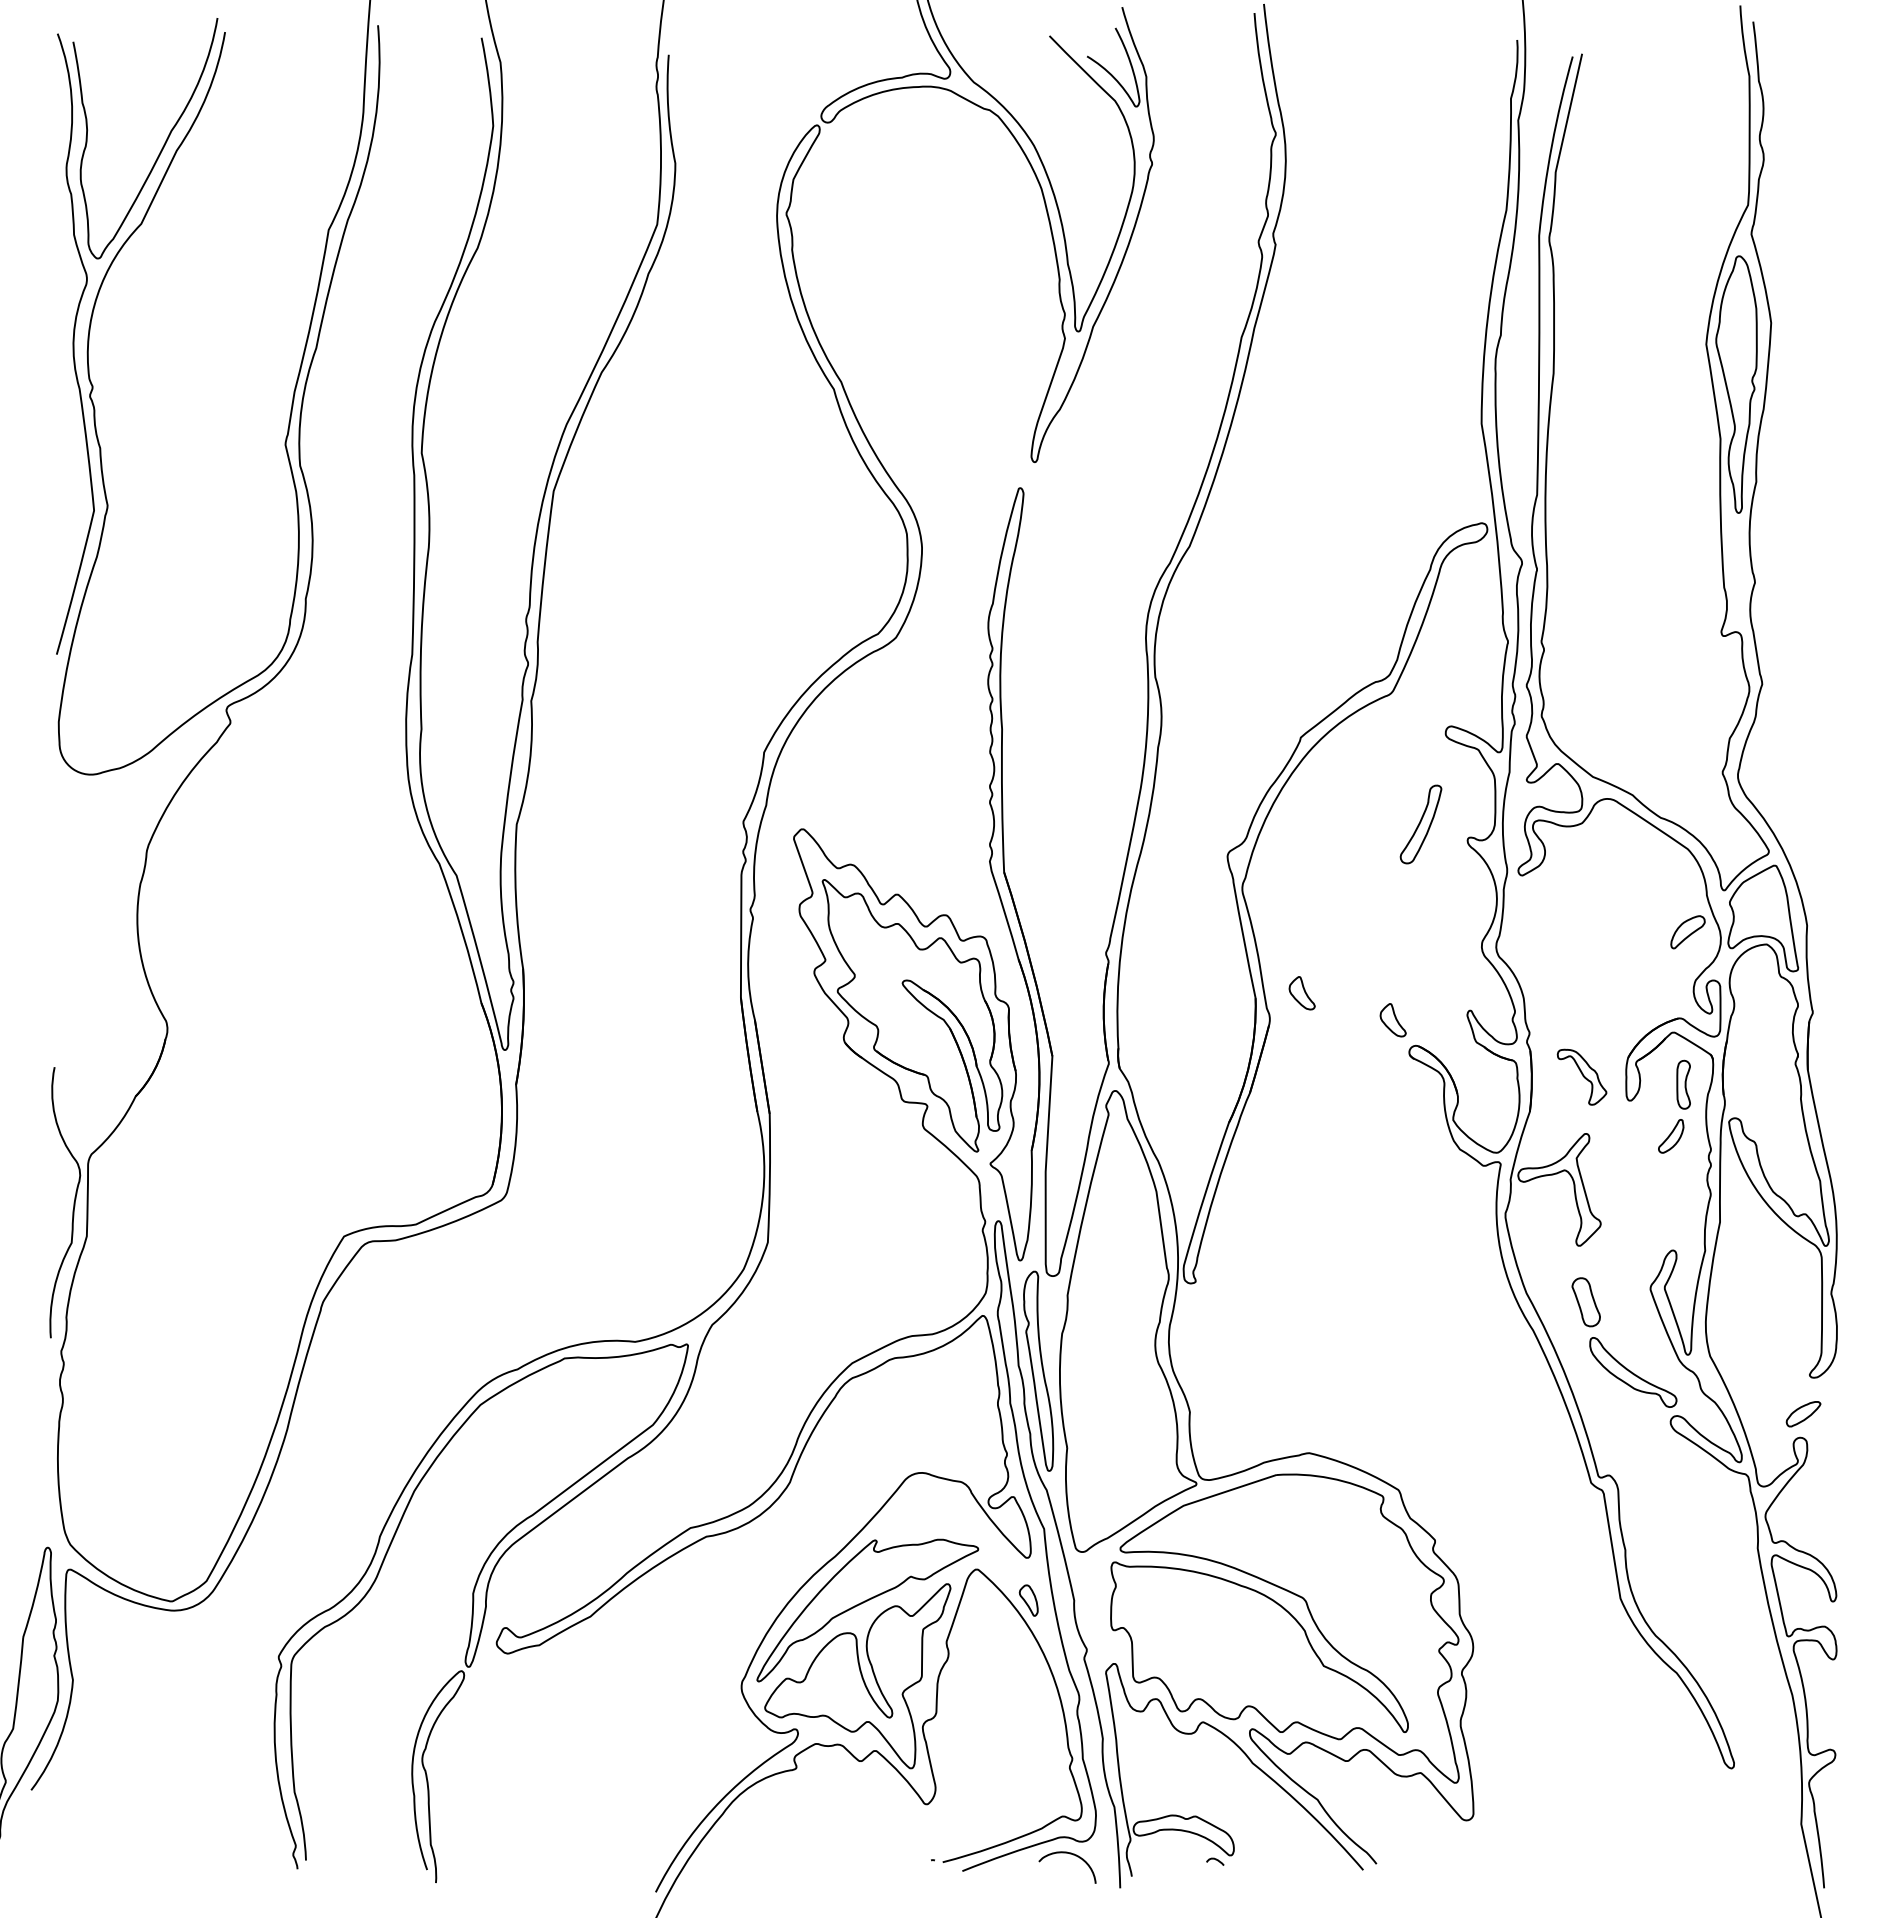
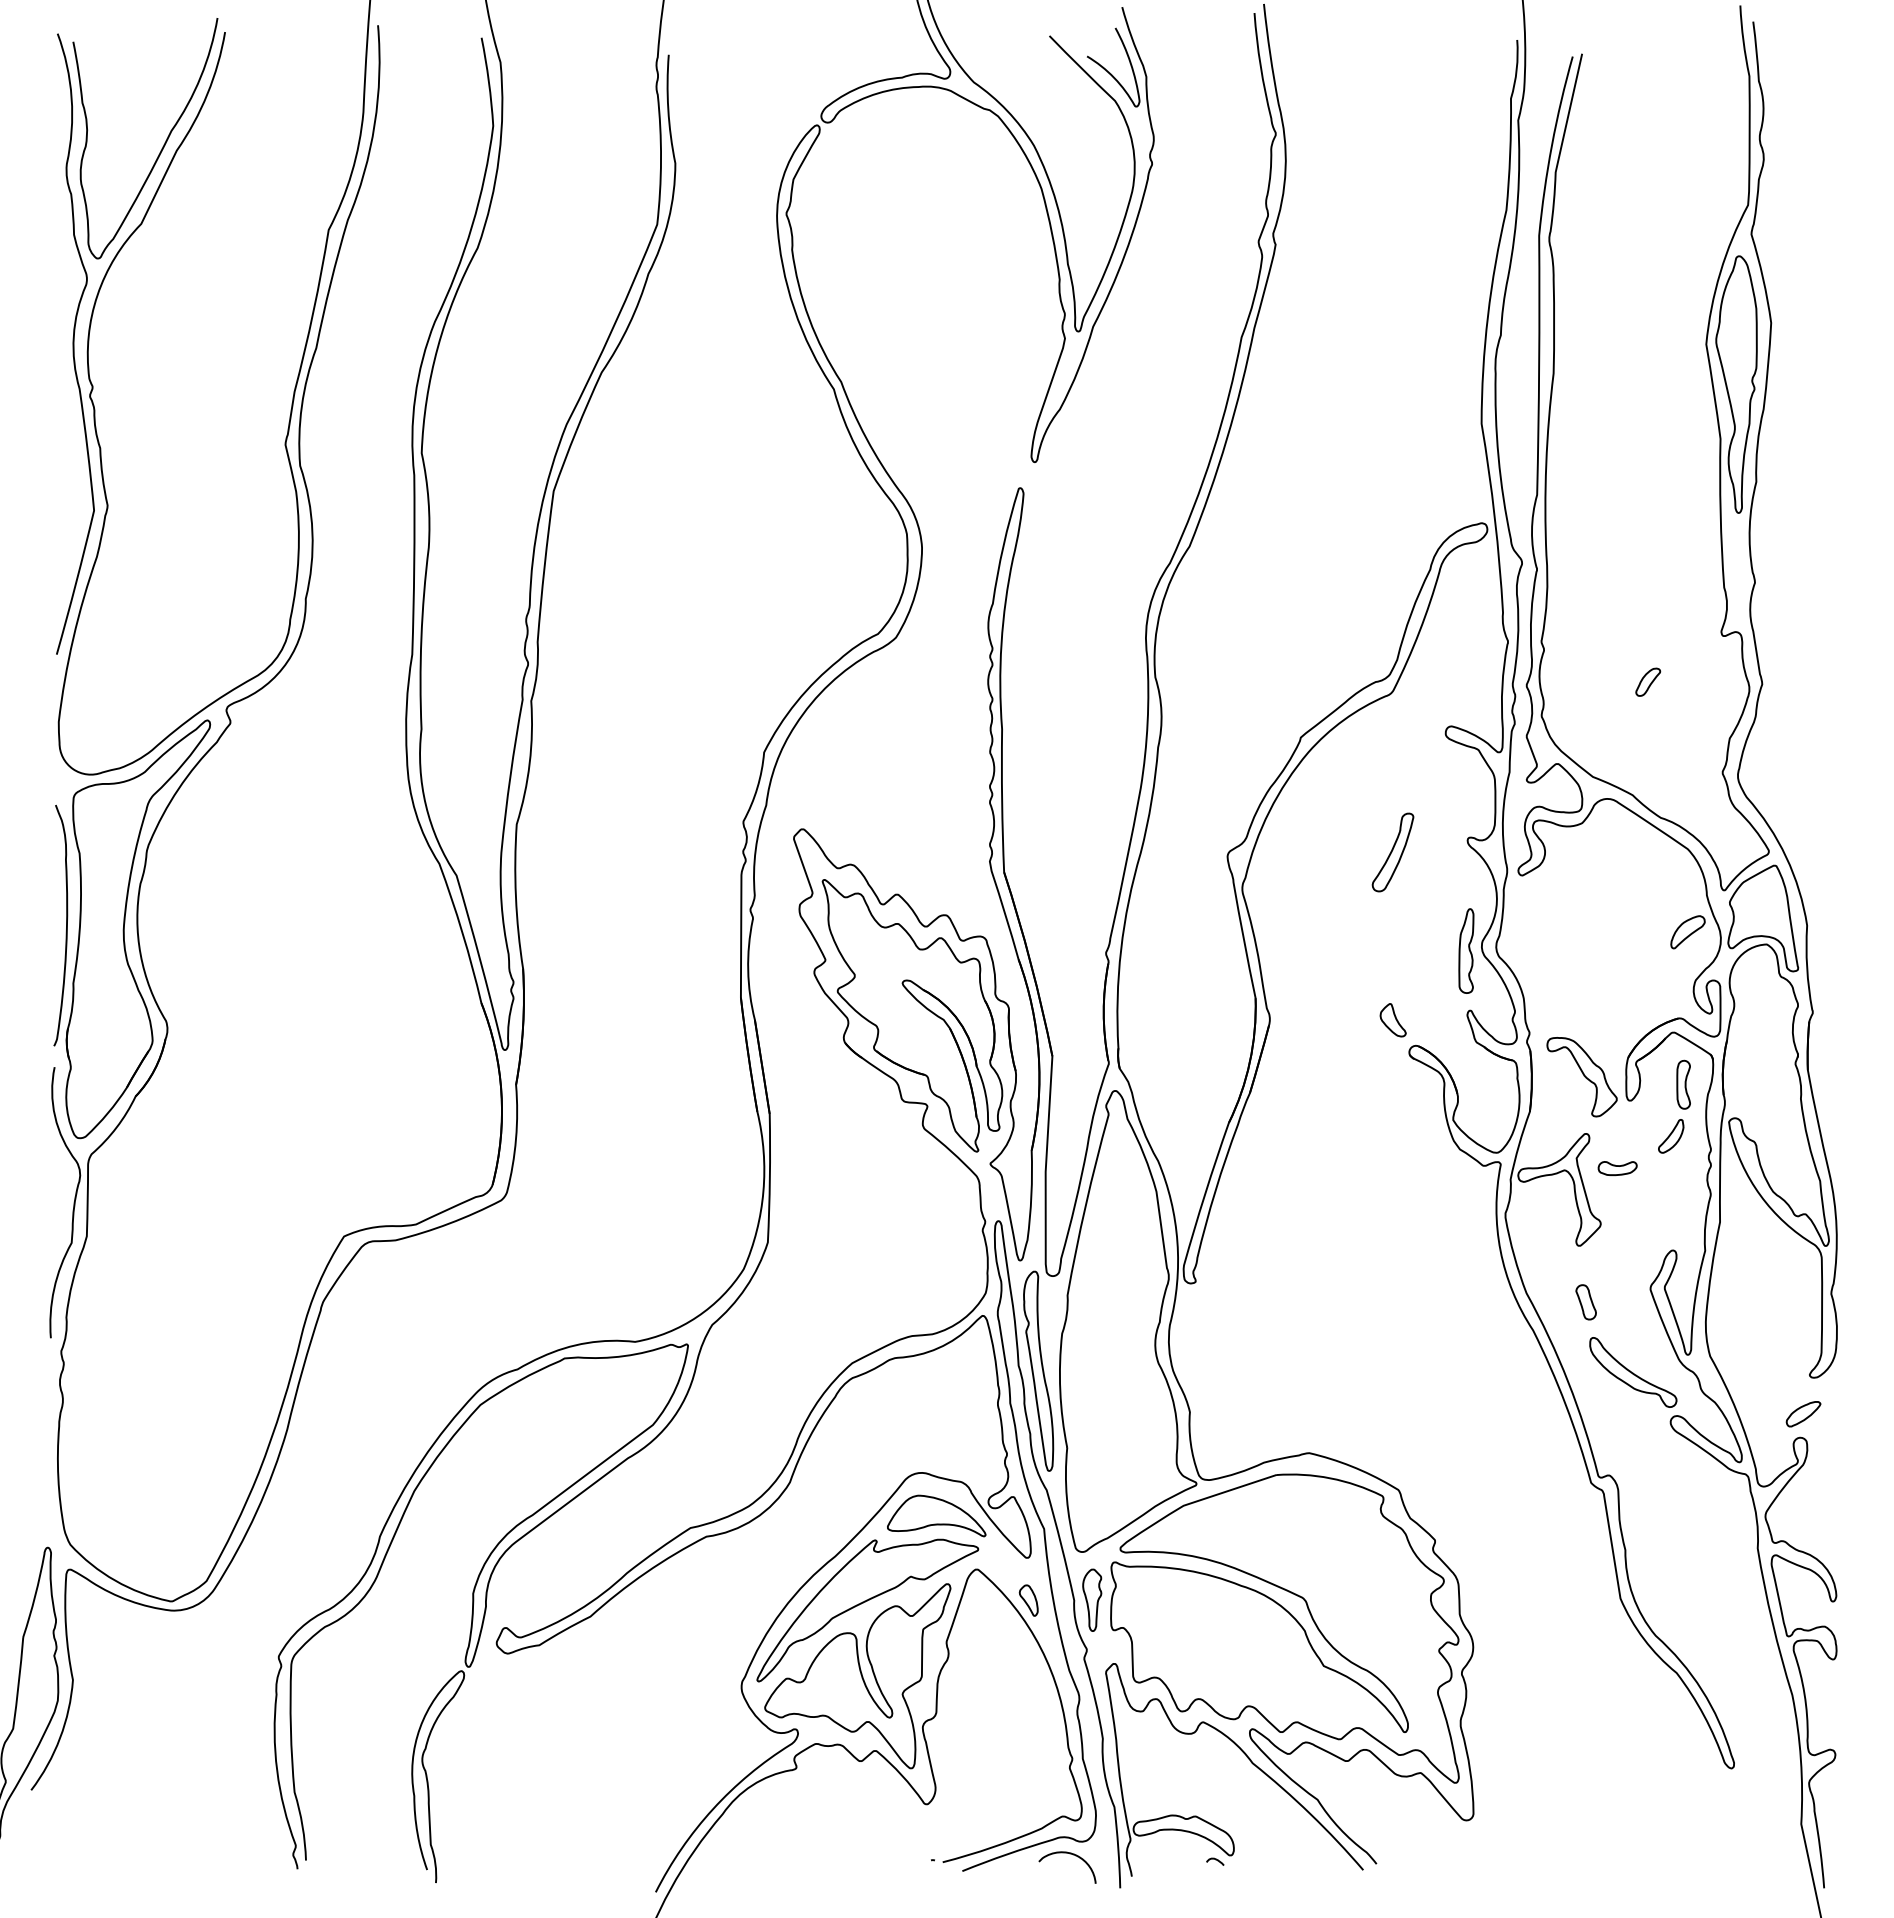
part at (1648, 681): none -> present
part at (1420, 824) position: (1420, 824) -> (1392, 852)
part at (124, 929): none -> present
part at (1466, 950): none -> present
part at (1301, 993): present -> none
part at (1581, 1076) size: 52x58 px -> 72x81 px
part at (1617, 1168): none -> present
part at (1585, 1302) size: 30x51 px -> 22x37 px
part at (936, 1515): none -> present
part at (1092, 1599): none -> present
